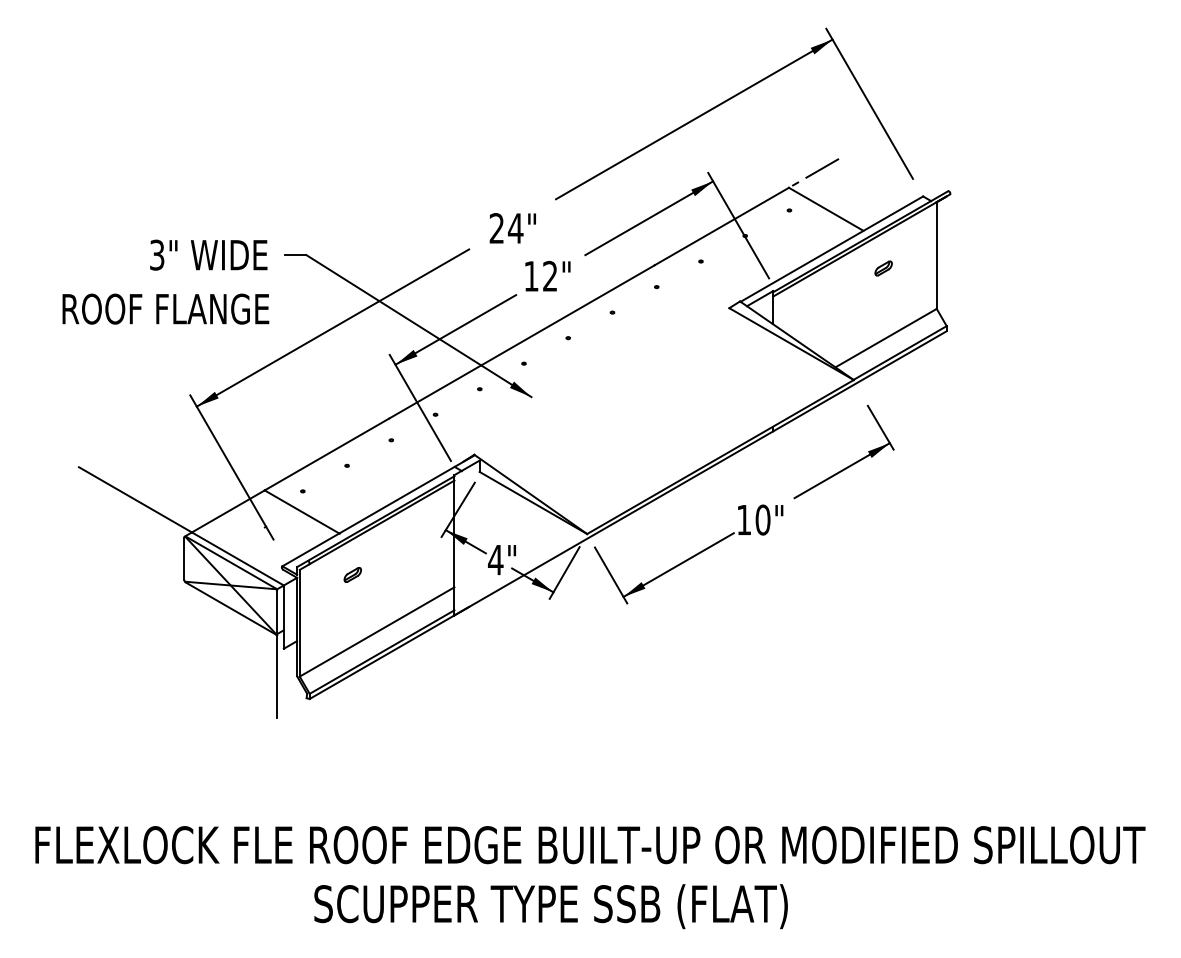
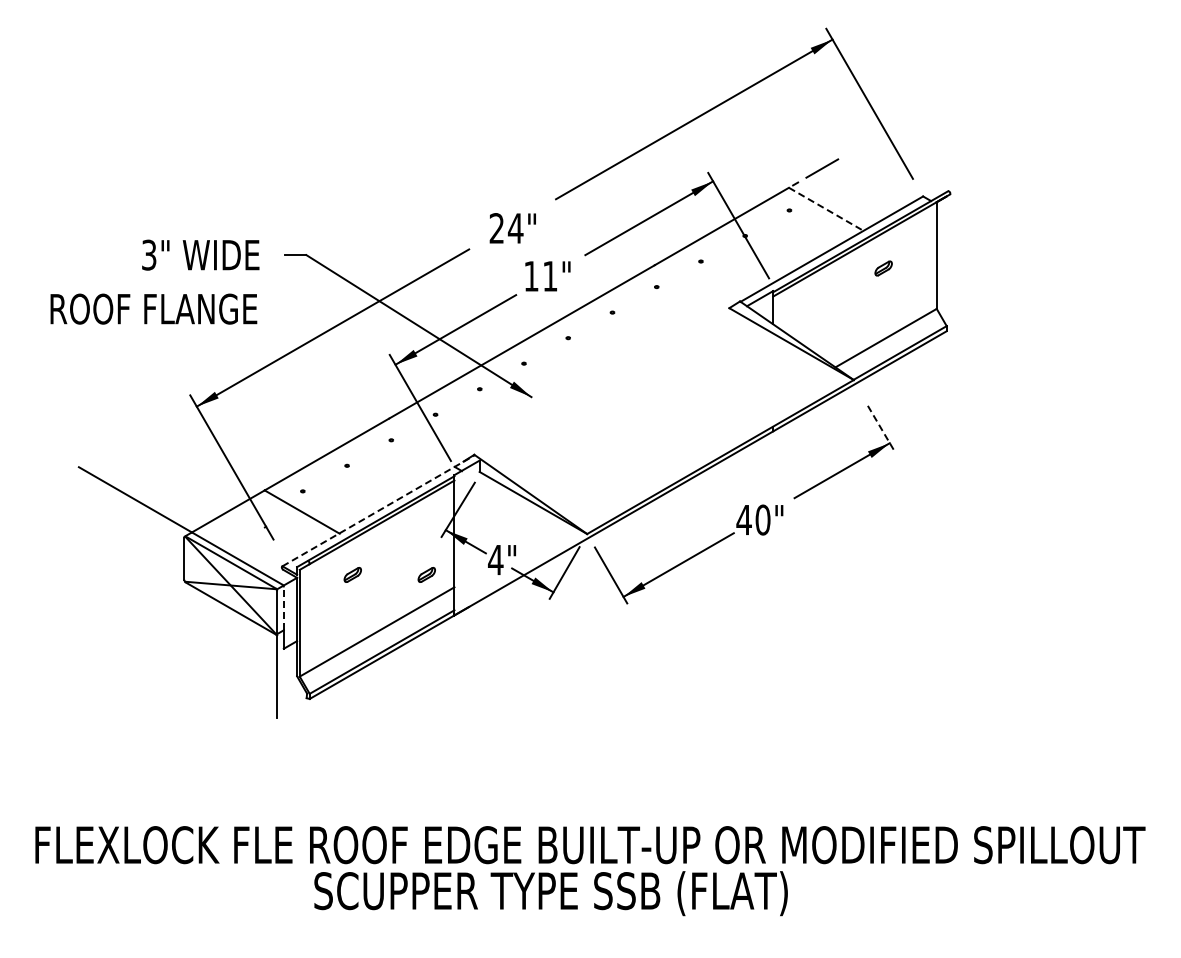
line at (826, 209): solid -> dashed
text at (208, 254) position: (208, 254) -> (200, 254)
text at (550, 275): 12" -> 11"
text at (165, 308) position: (165, 308) -> (153, 308)
line at (881, 428): solid -> dashed
line at (378, 510): solid -> dashed
text at (743, 519): 10" -> 40"
part at (426, 574): none -> present
line at (283, 608): solid -> dashed
text at (550, 906) position: (550, 906) -> (550, 893)
